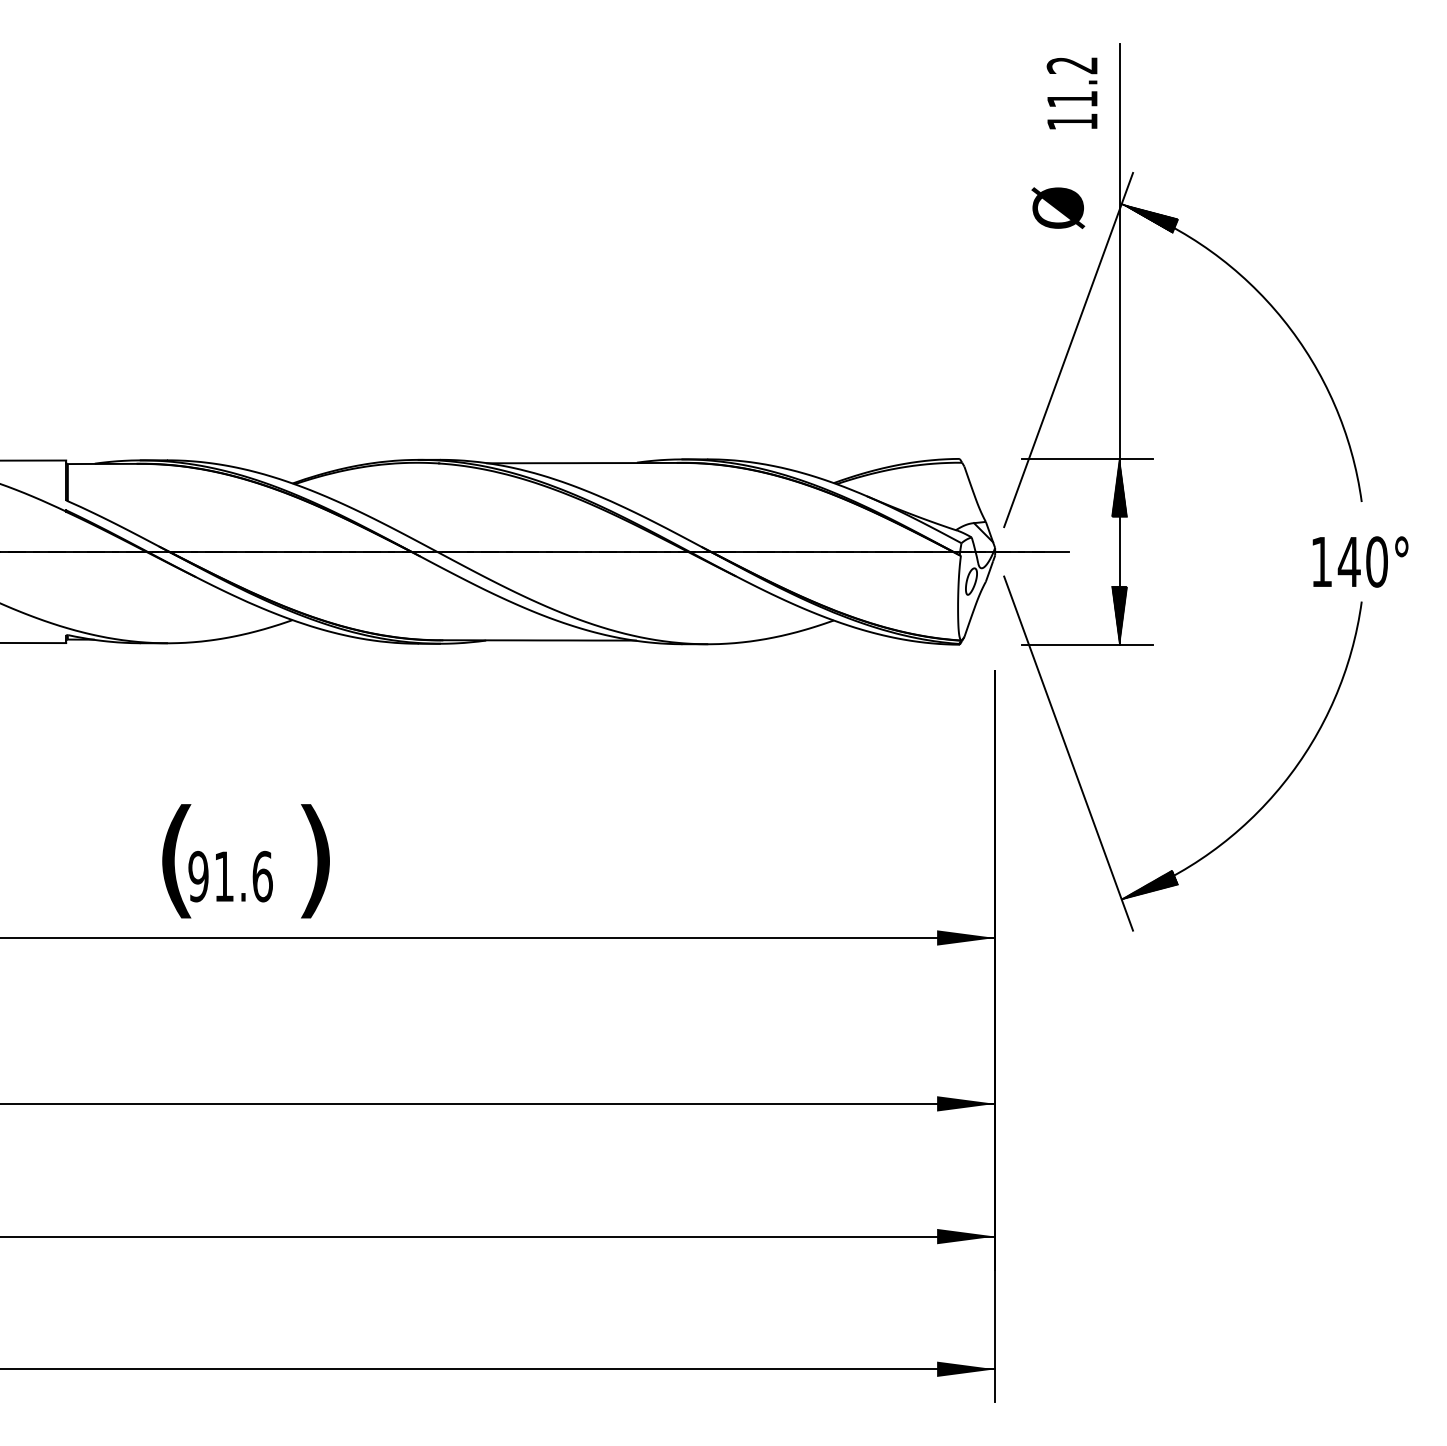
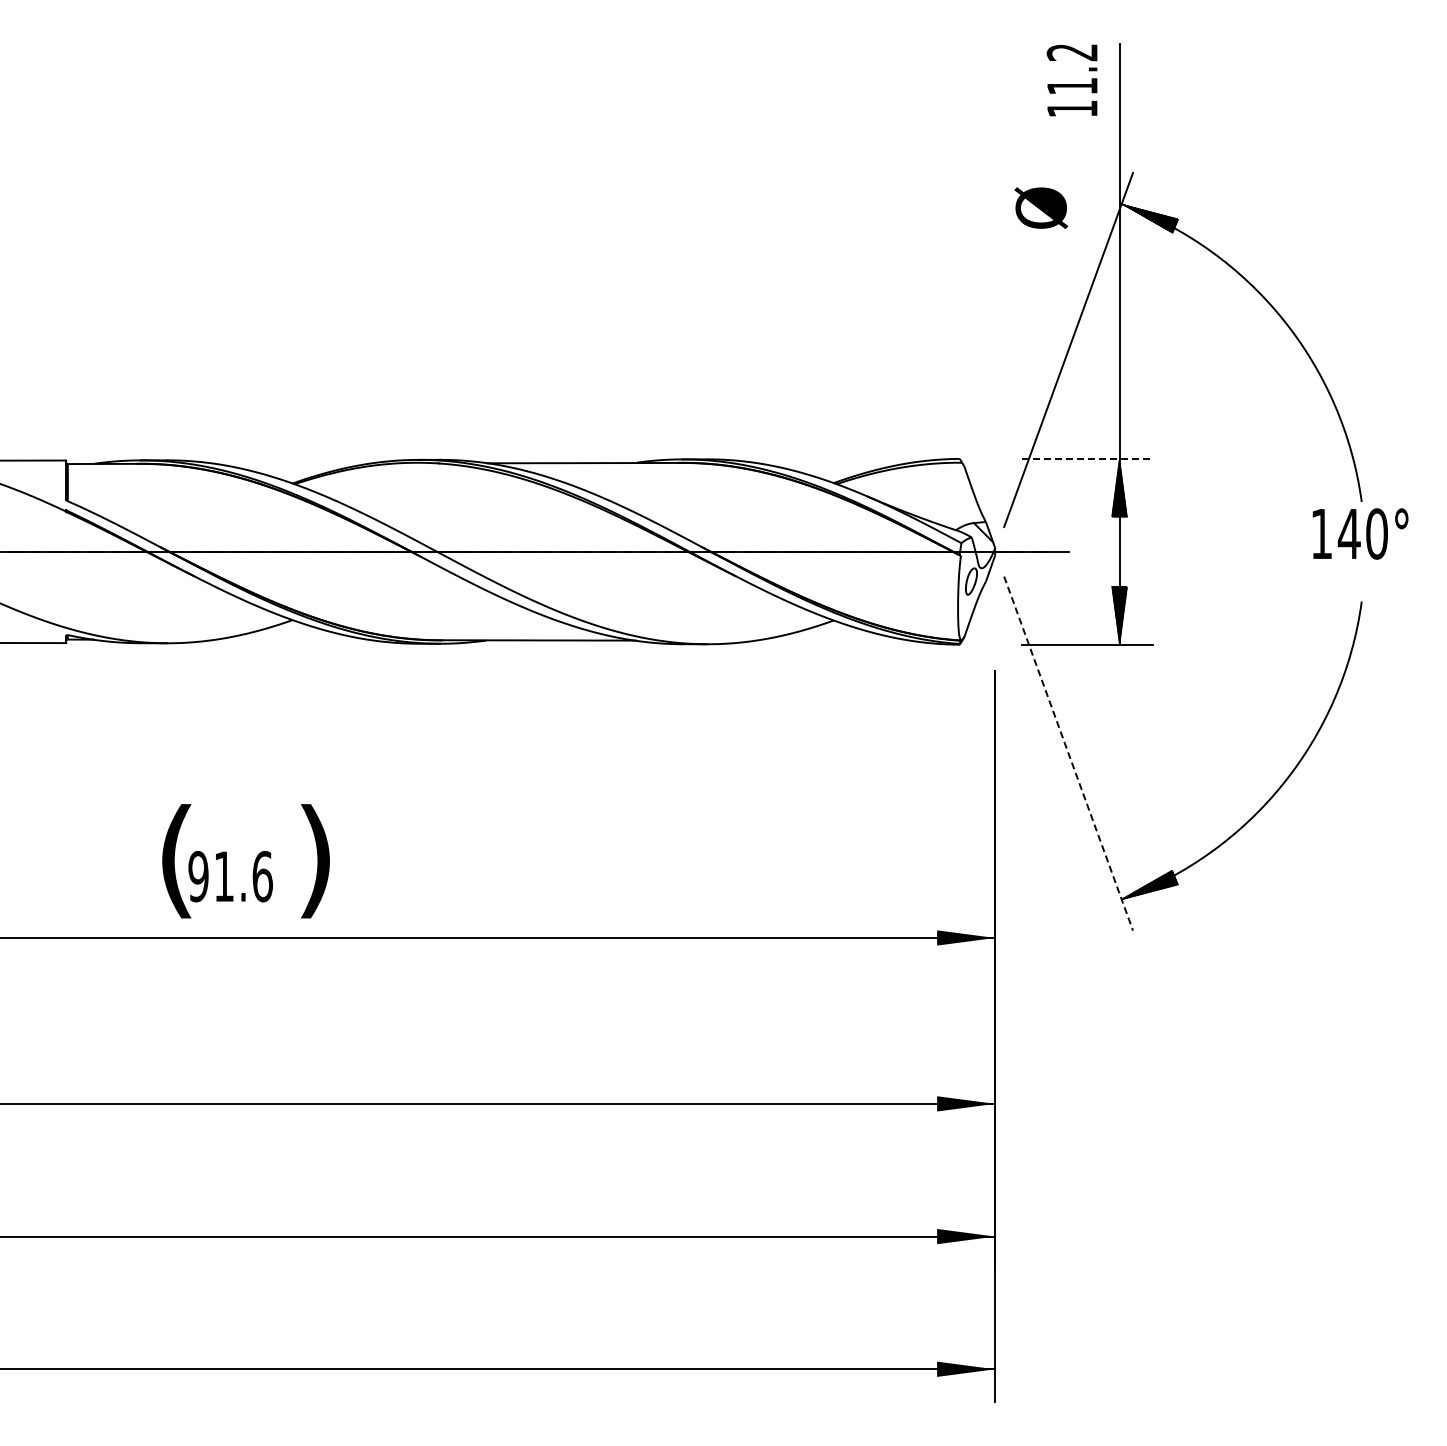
text at (1071, 93) position: (1071, 93) -> (1071, 80)
text at (1058, 207) position: (1058, 207) -> (1041, 207)
line at (1087, 458): solid -> dashed
text at (1360, 561) position: (1360, 561) -> (1360, 533)
line at (1068, 754): solid -> dashed
